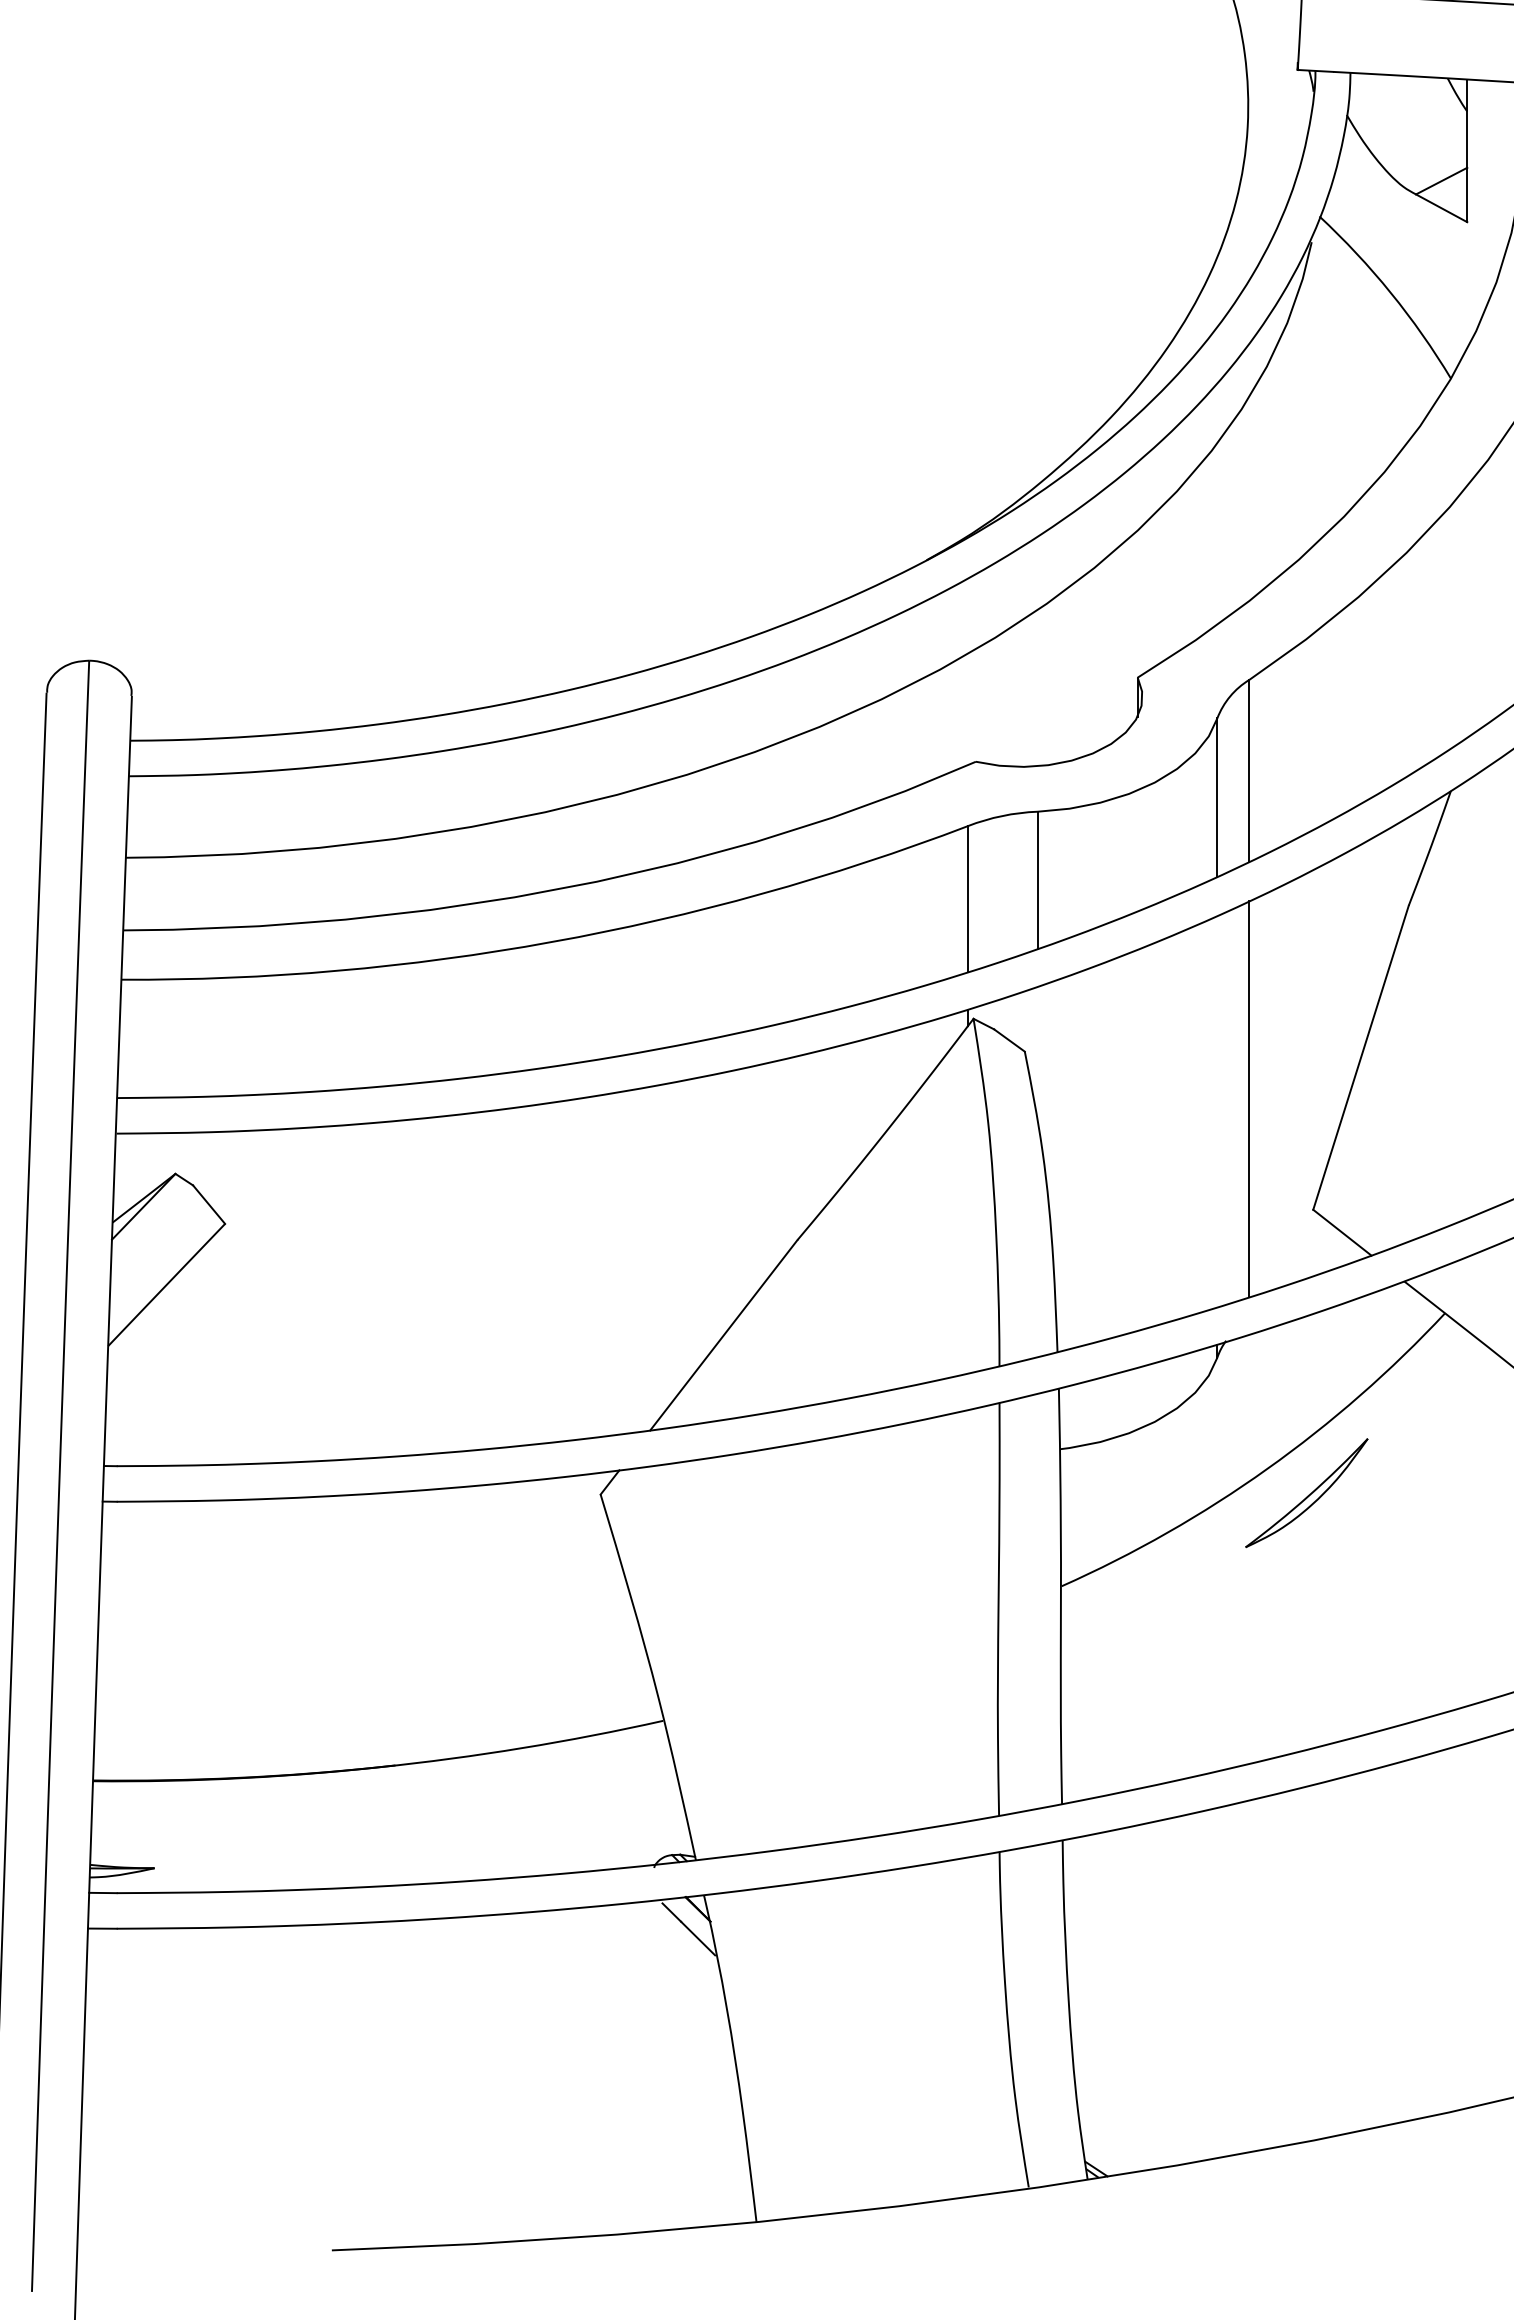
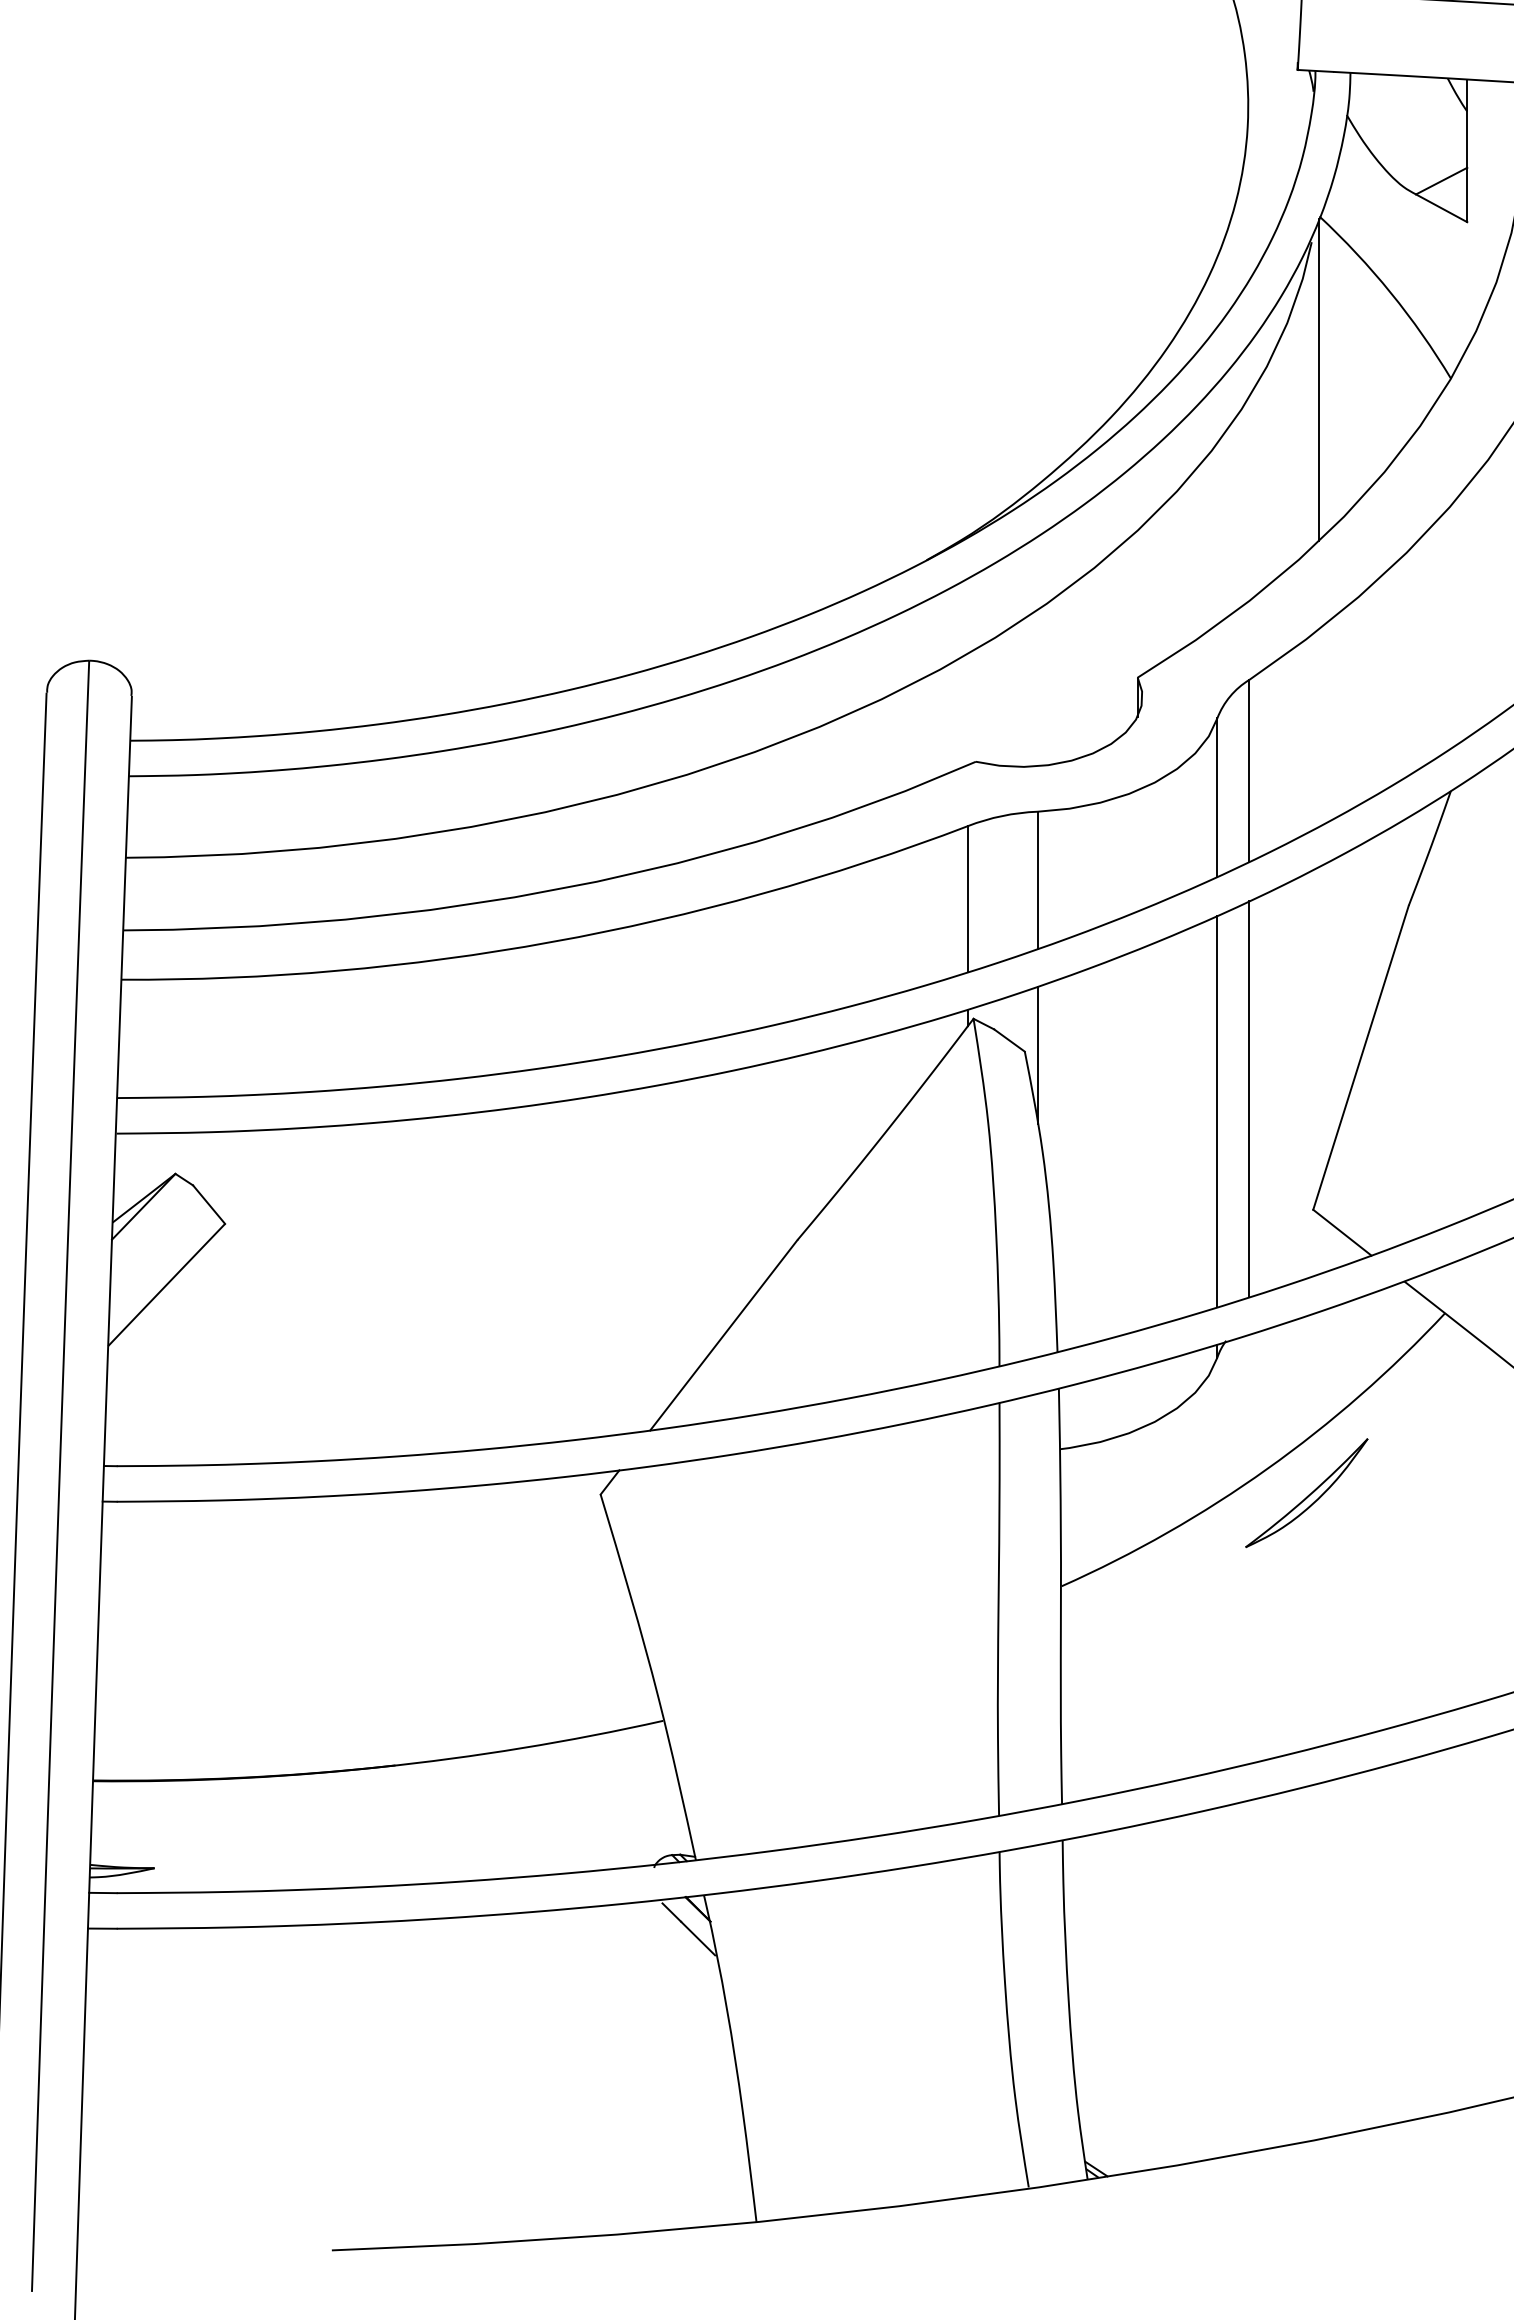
line at (1319, 379): none -> present
line at (1037, 1054): none -> present
line at (1217, 1111): none -> present
